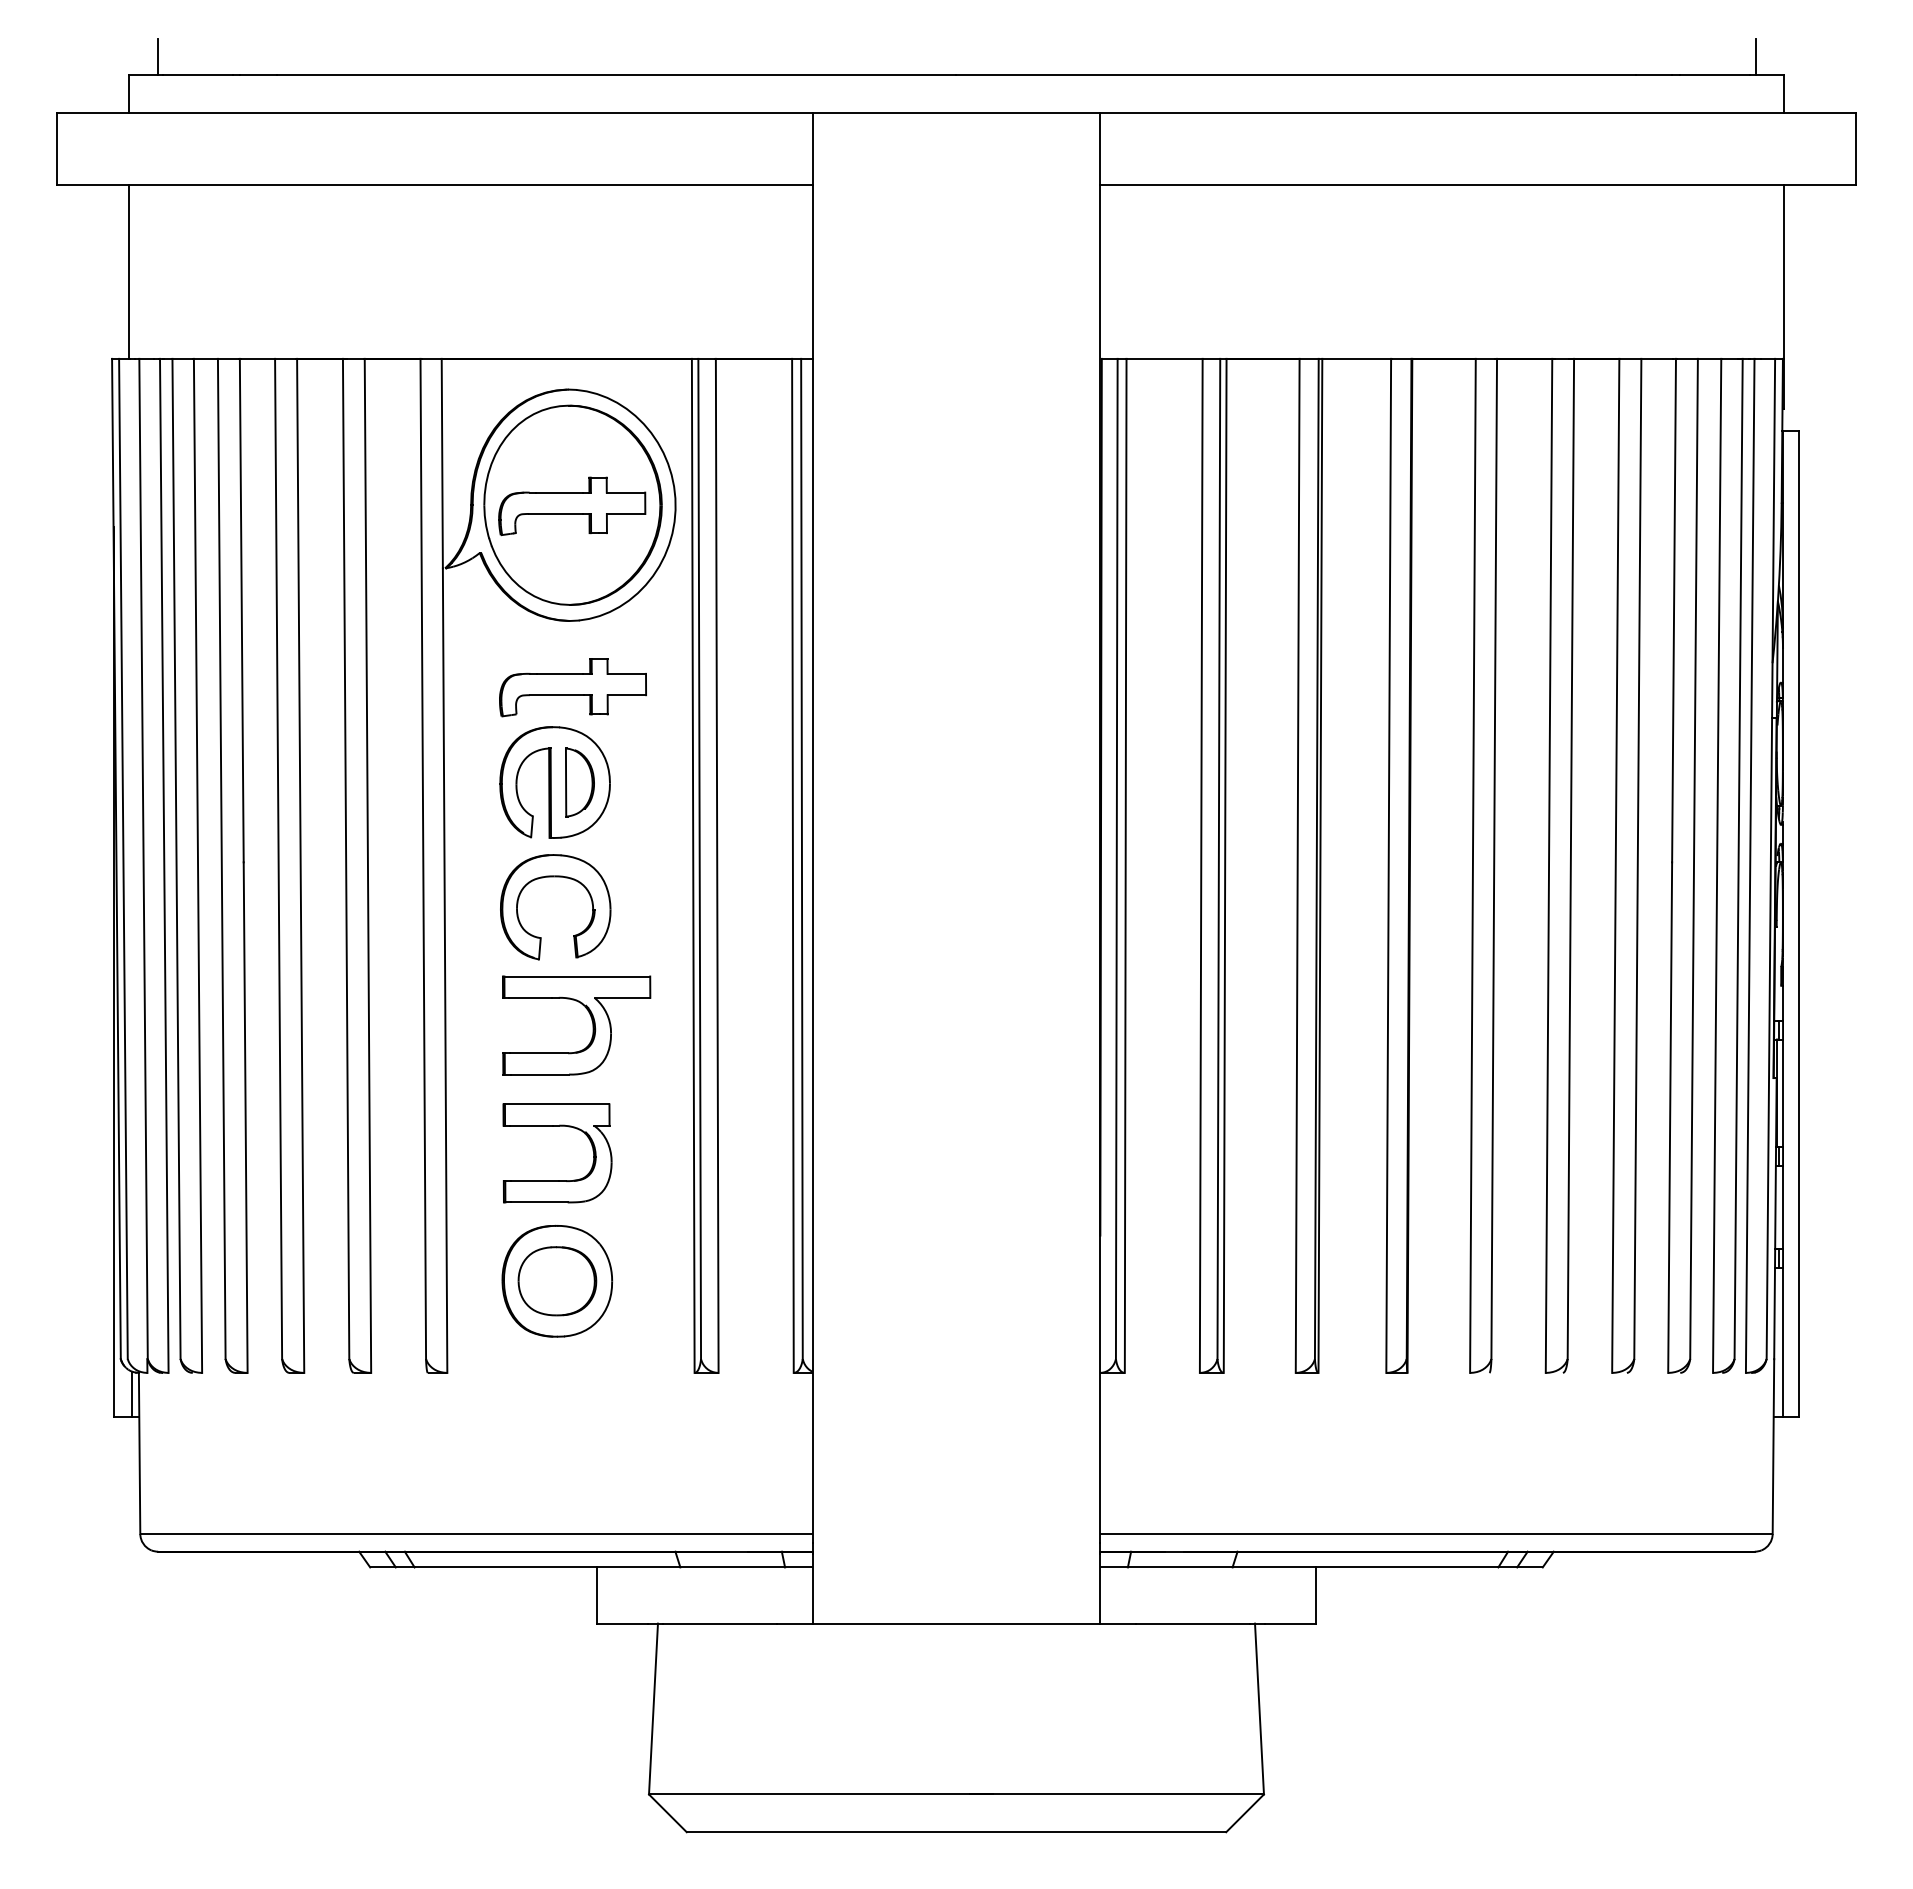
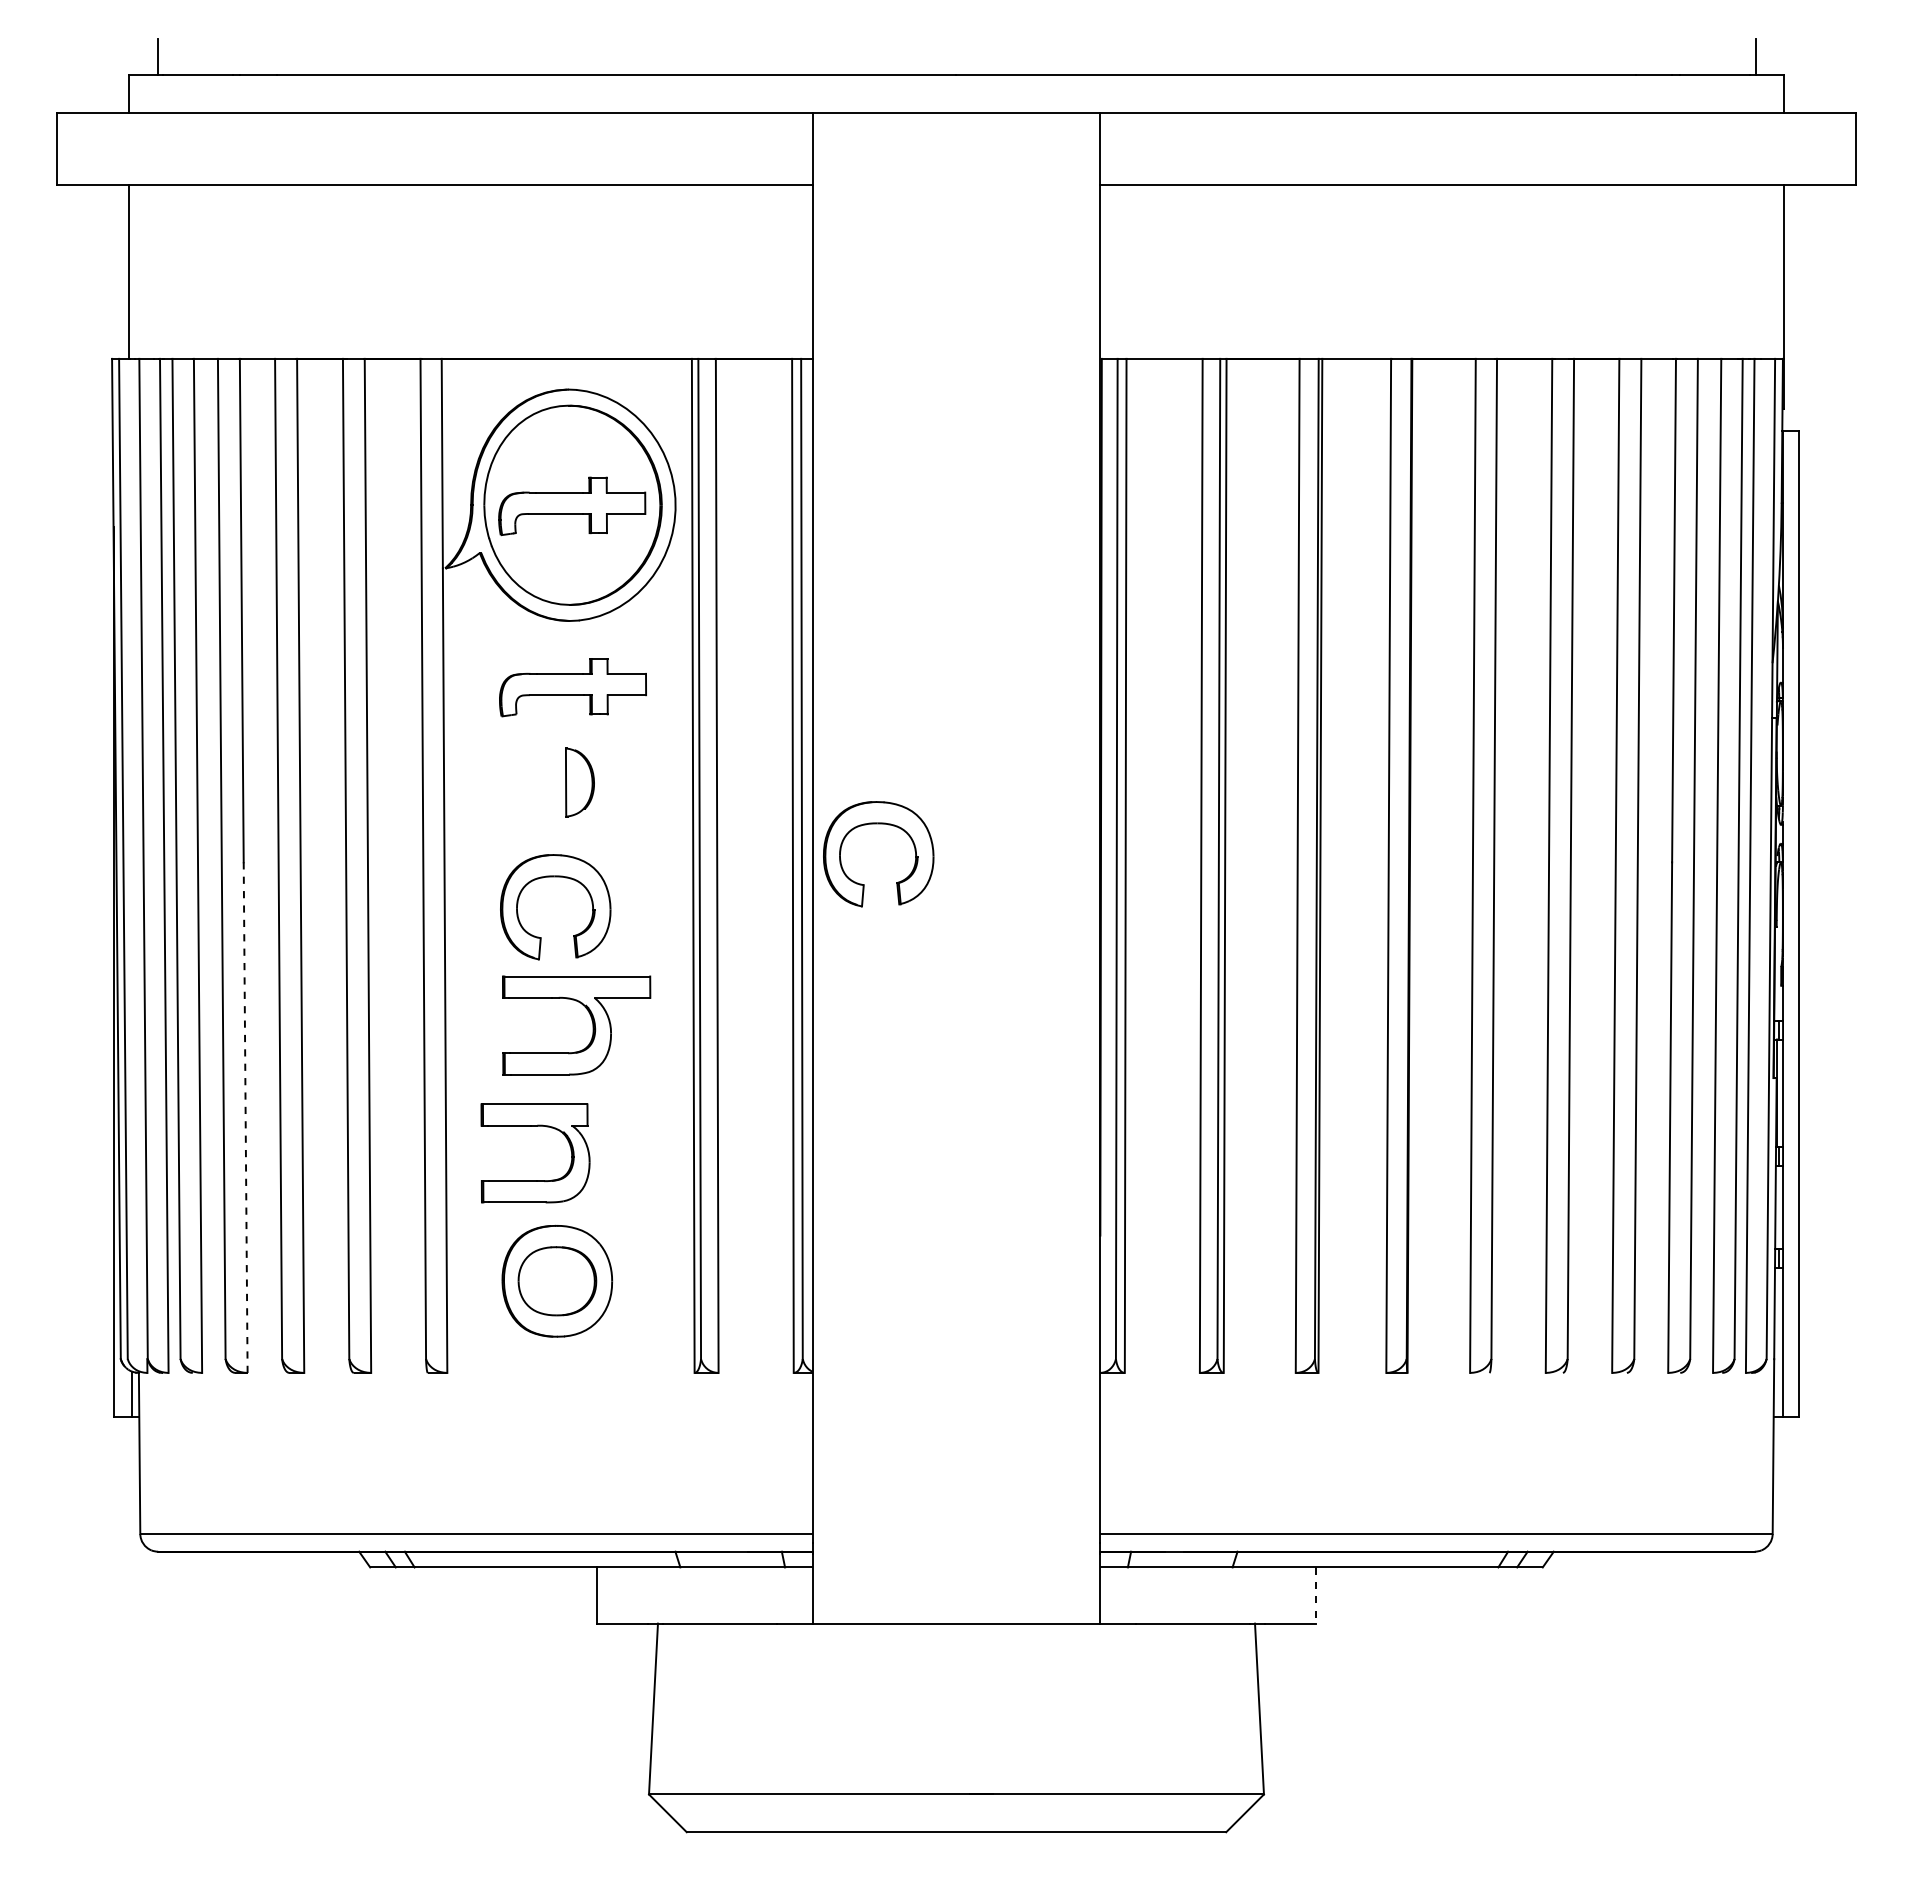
part at (554, 782): present -> none
part at (878, 824): none -> present
line at (245, 1117): solid -> dashed
part at (557, 1126) position: (557, 1126) -> (535, 1126)
line at (1316, 1596): solid -> dashed
